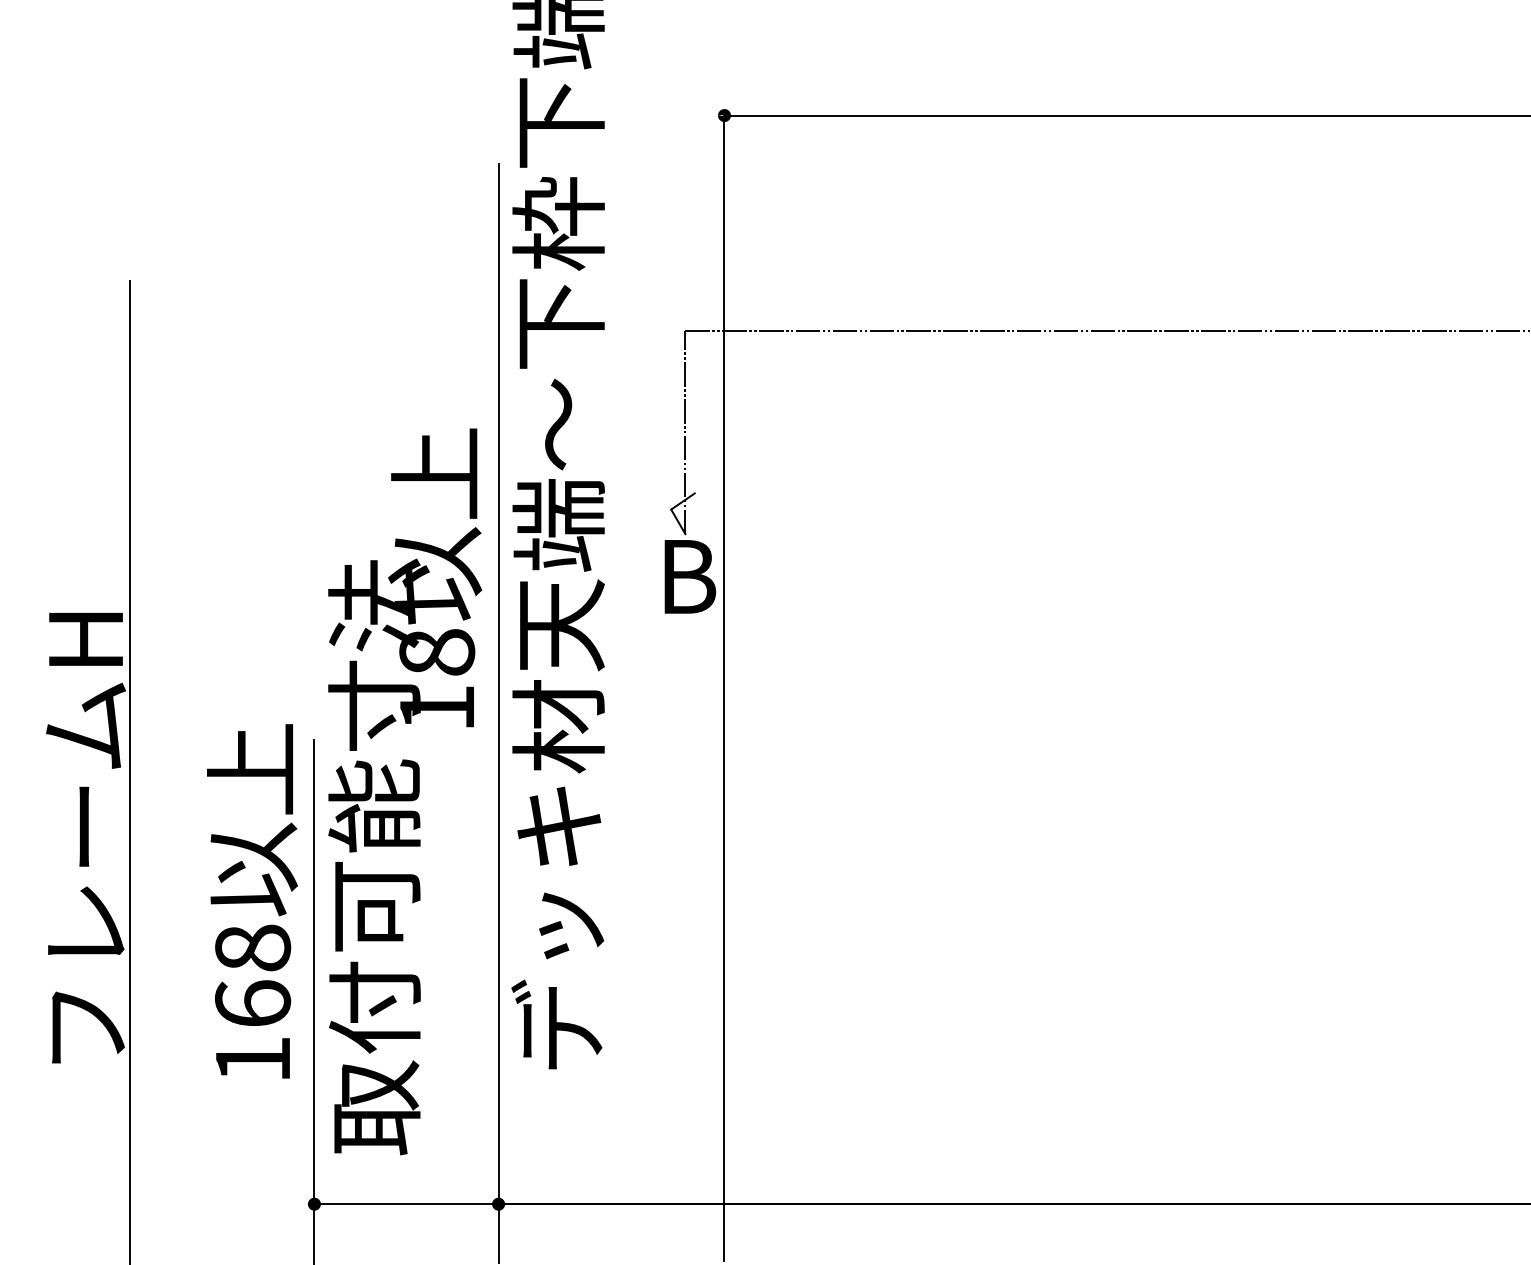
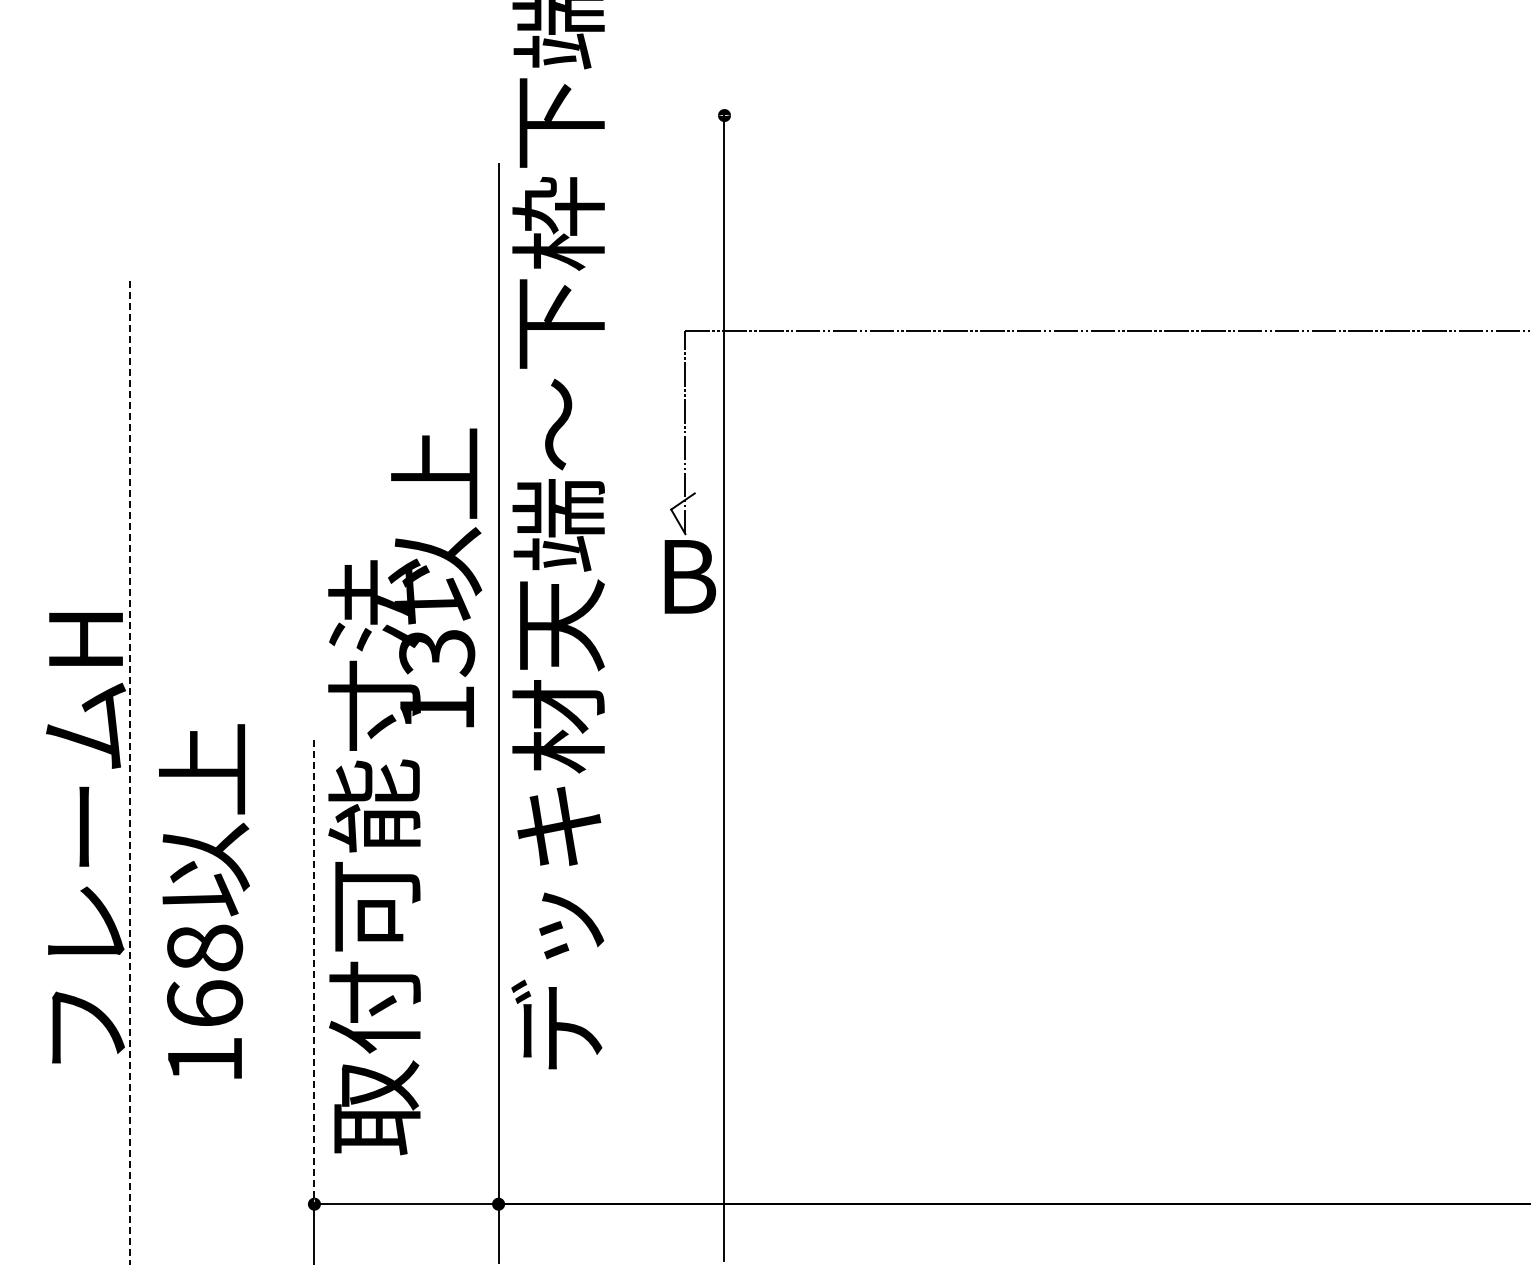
line at (1125, 115): present -> none
text at (437, 653): 18 -> 13
line at (130, 772): solid -> dashed
text at (252, 901) position: (252, 901) -> (204, 901)
line at (314, 972): solid -> dashed
